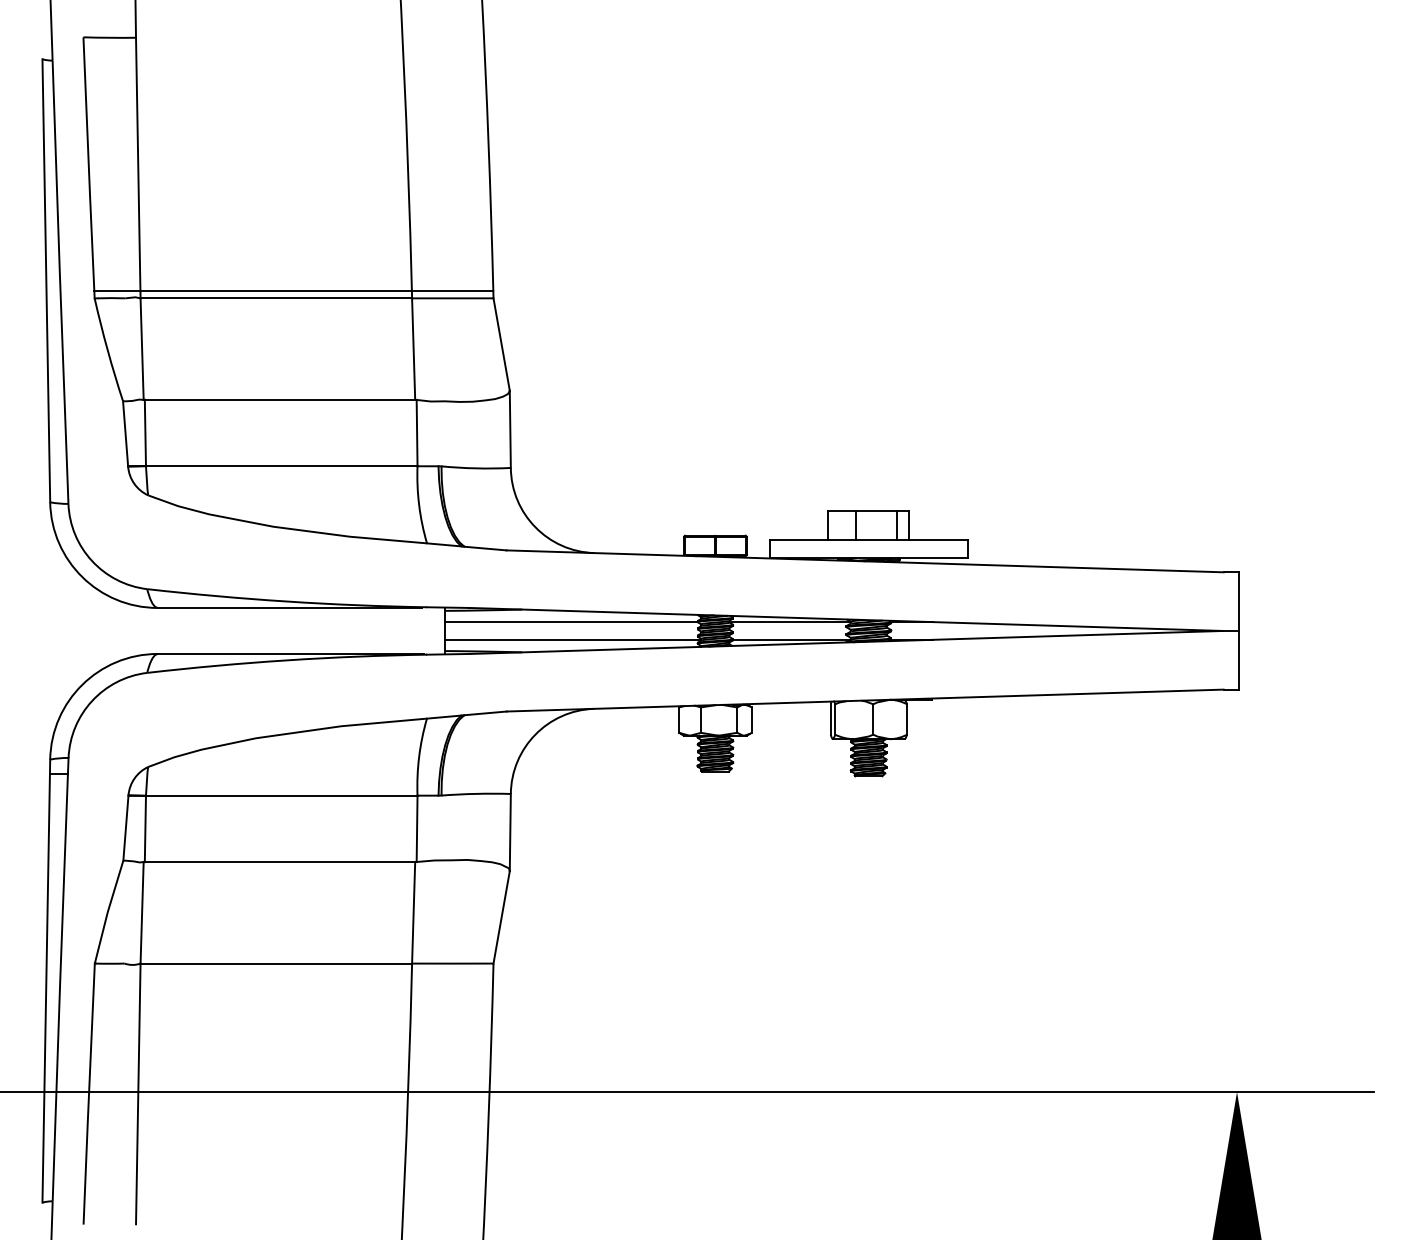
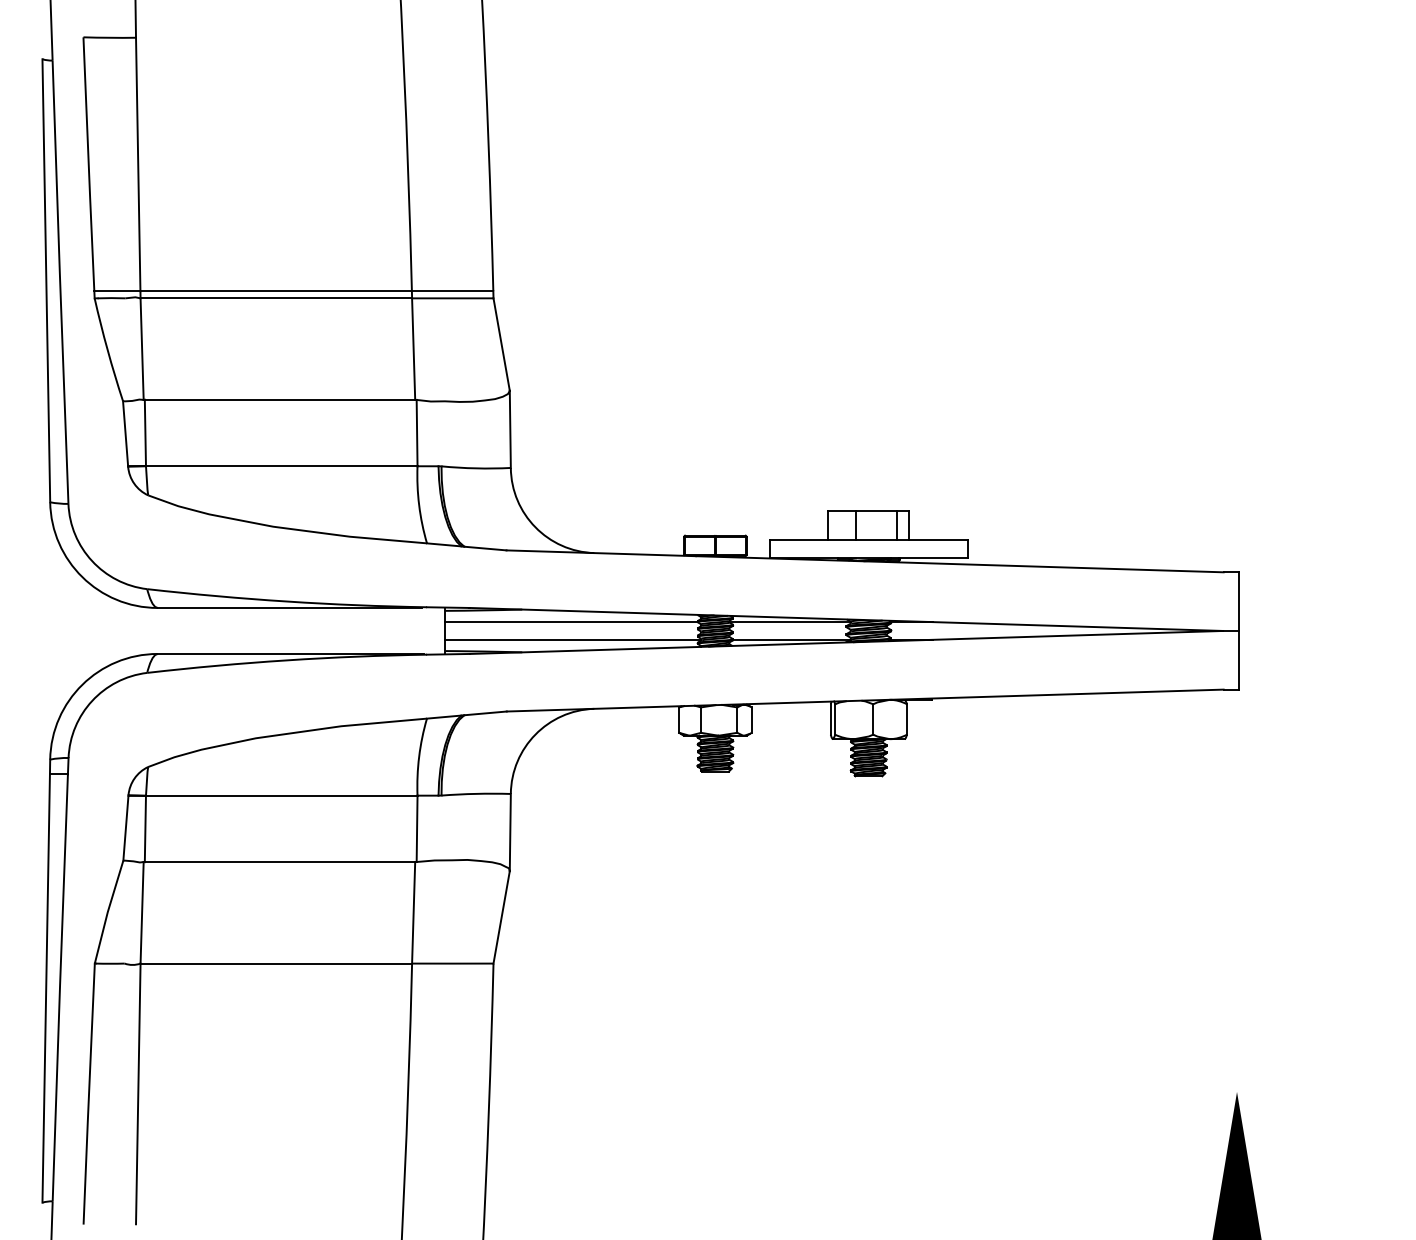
line at (687, 1091): present -> none
